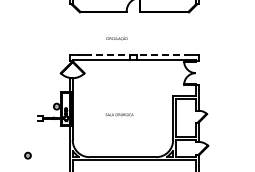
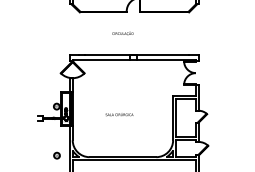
text at (116, 38) position: (116, 38) -> (122, 33)
line at (137, 54): dashed -> solid
part at (27, 155) position: (27, 155) -> (56, 155)
